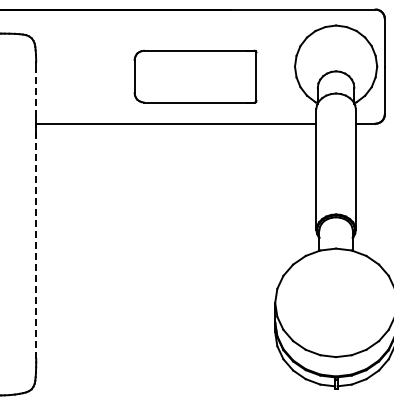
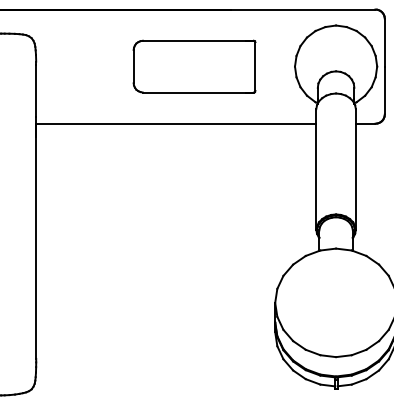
part at (195, 76) position: (195, 76) -> (194, 66)
line at (36, 90): dashed -> solid
line at (36, 241): dashed -> solid
